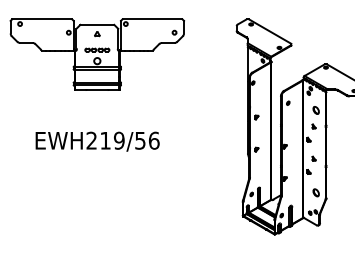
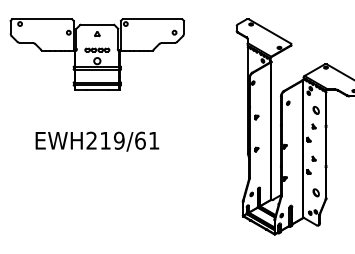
text at (147, 140): EWH219/56 -> EWH219/61
